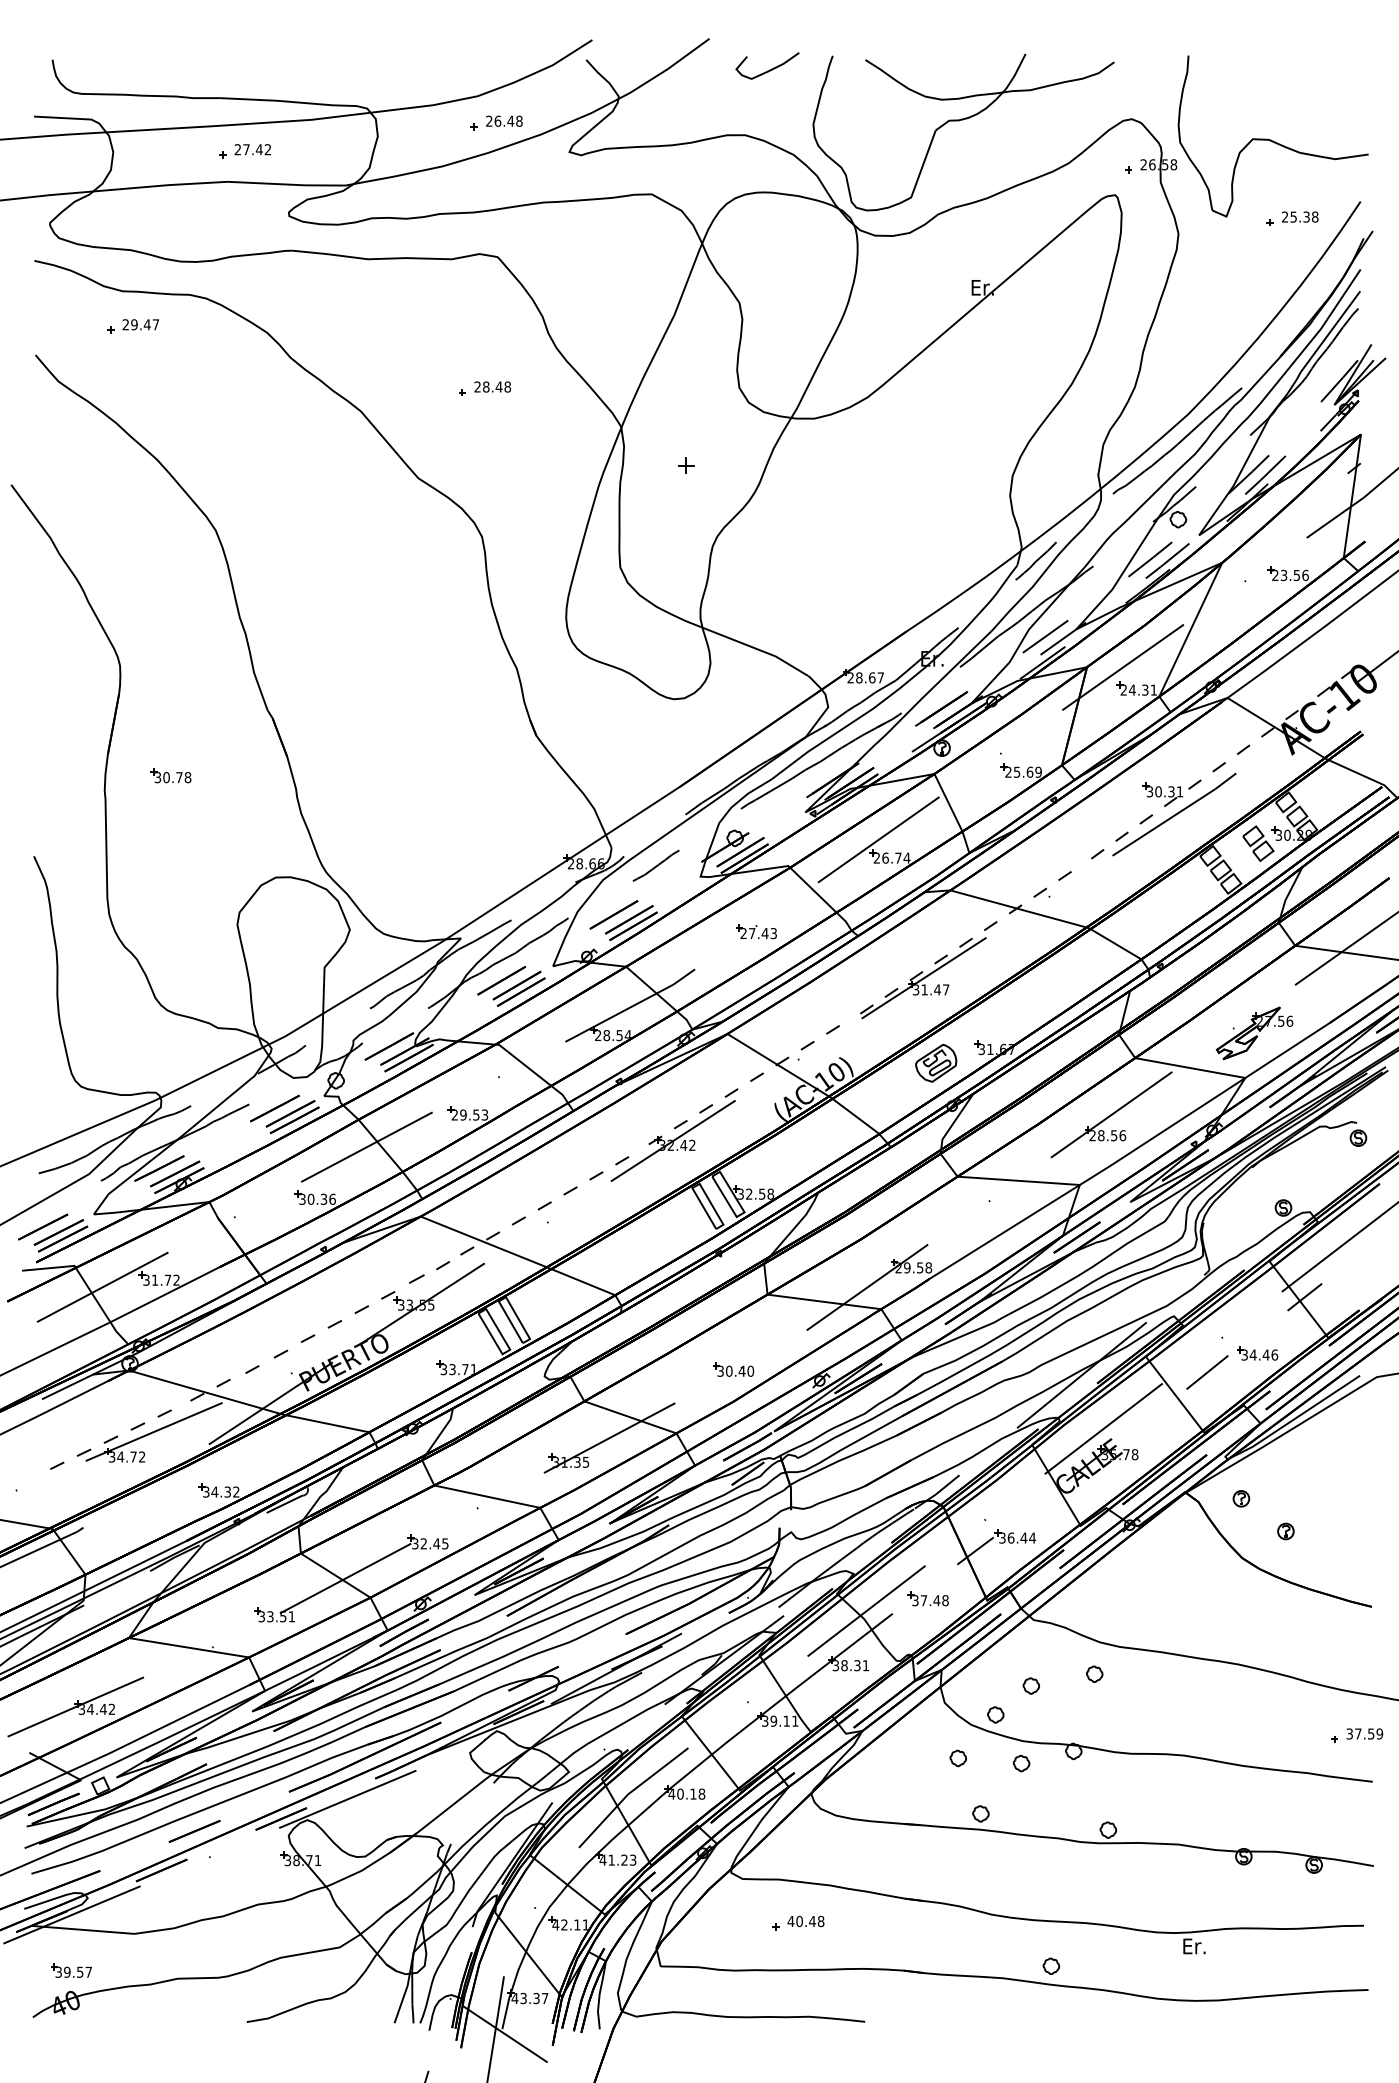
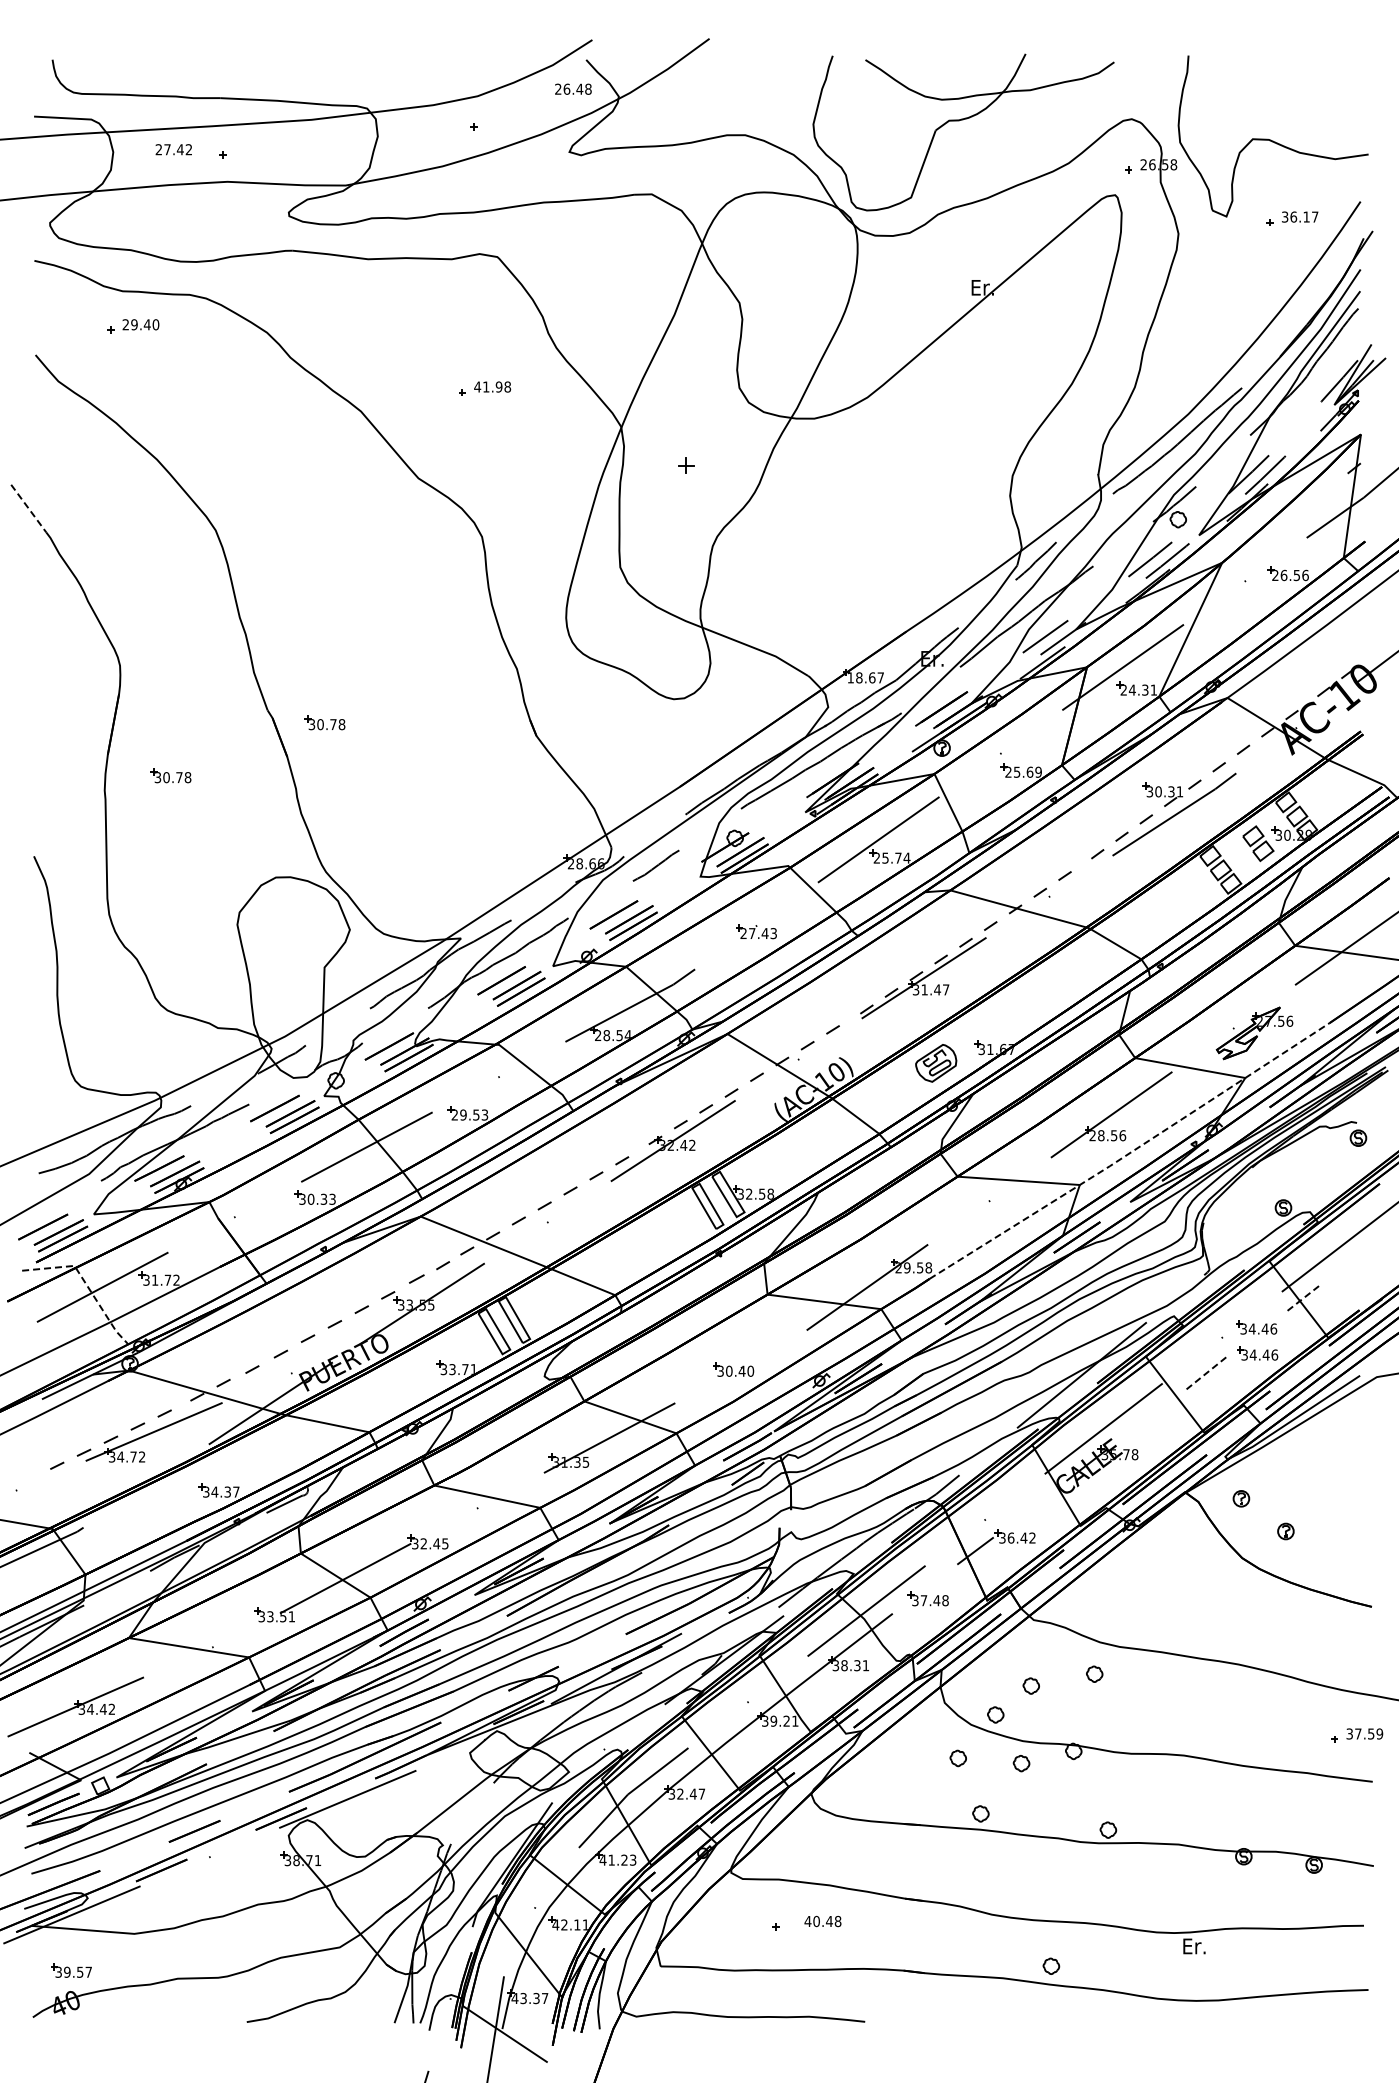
curve at (769, 69): present -> none
text at (504, 120) position: (504, 120) -> (573, 88)
text at (252, 149) position: (252, 149) -> (173, 149)
text at (1300, 216): 25.38 -> 36.17
text at (155, 324): 29.47 -> 29.40
text at (488, 386): 28.48 -> 41.98
line at (28, 508): solid -> dashed
text at (1283, 574): 23.56 -> 26.56
text at (850, 677): 28.67 -> 18.67
part at (324, 722): none -> present
text at (885, 857): 26.74 -> 25.74
line at (1130, 1152): solid -> dashed
text at (332, 1198): 30.36 -> 30.33
line at (86, 1284): solid -> dashed
line at (1304, 1297): solid -> dashed
part at (1256, 1327): none -> present
line at (1207, 1372): solid -> dashed
text at (236, 1491): 34.32 -> 34.37
text at (1032, 1537): 36.44 -> 36.42
text at (786, 1720): 39.11 -> 39.21
text at (686, 1793): 40.18 -> 32.47
text at (805, 1921) position: (805, 1921) -> (822, 1921)
